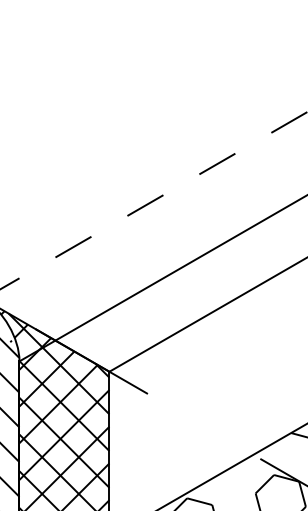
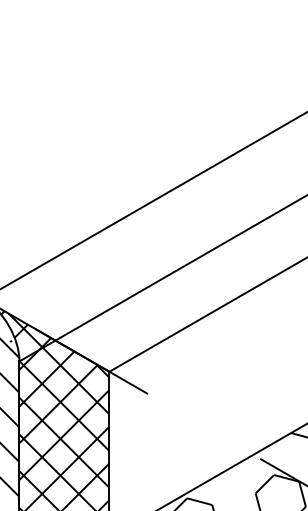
line at (154, 200): dashed -> solid
